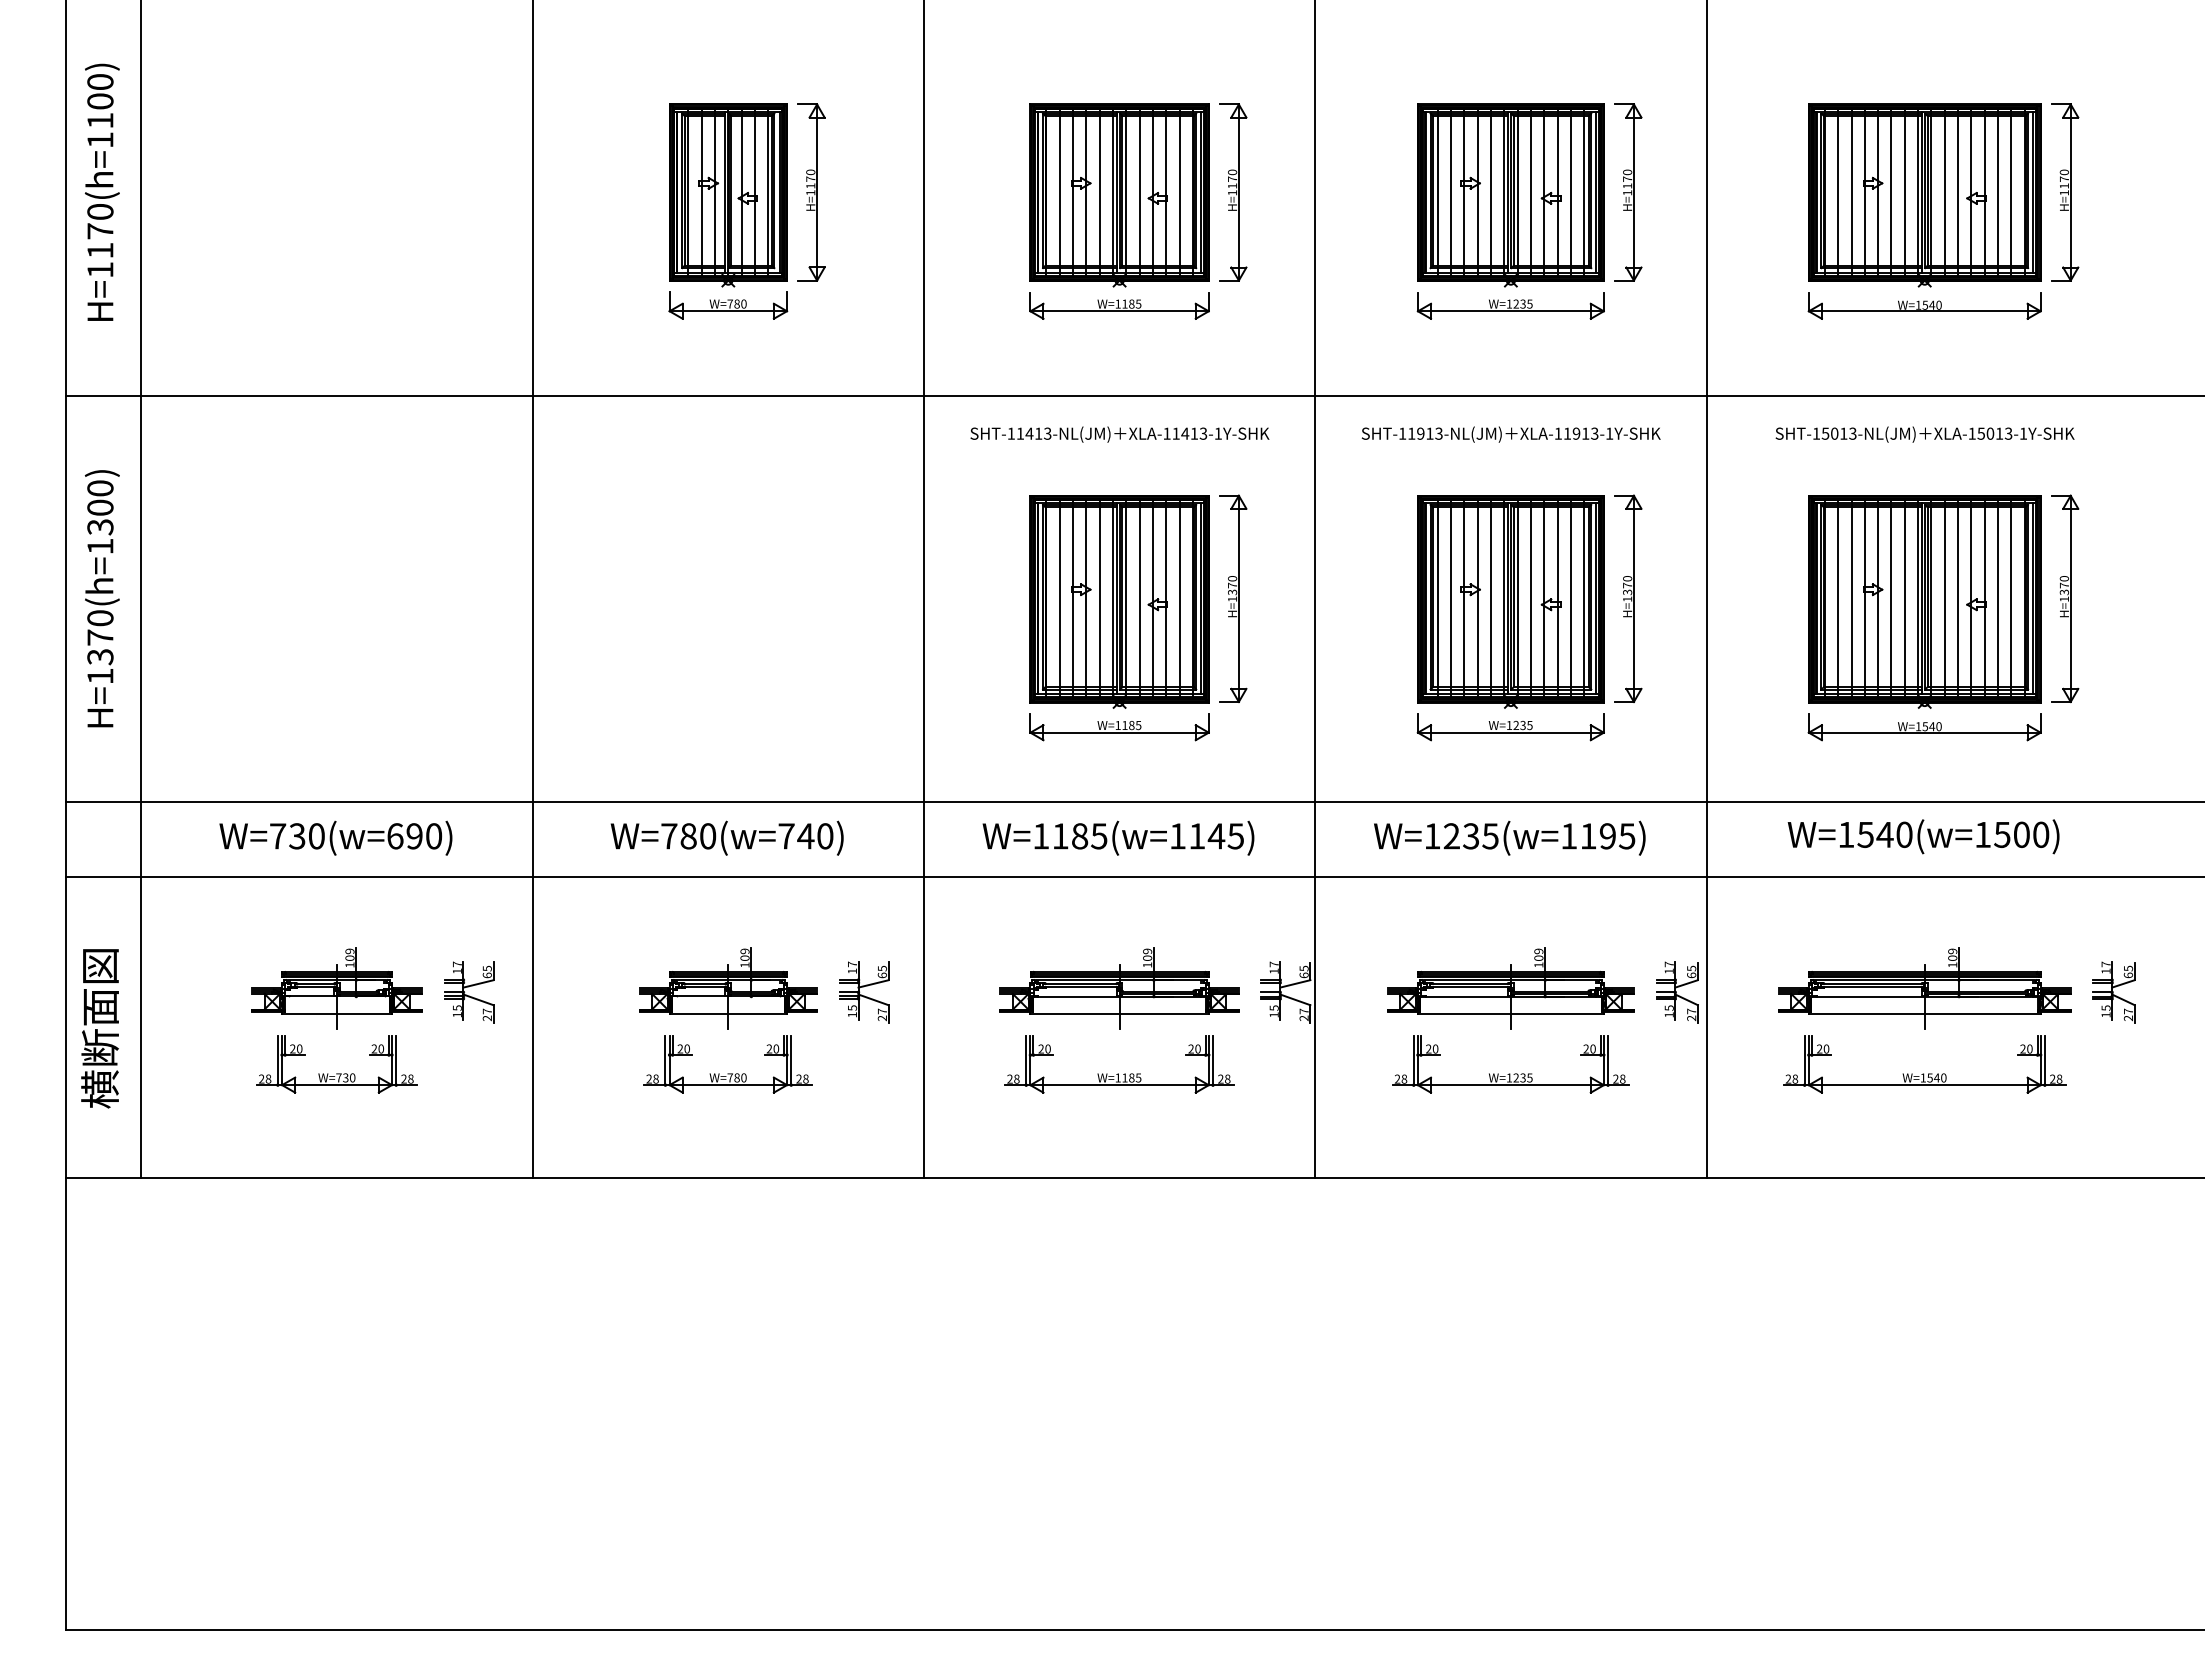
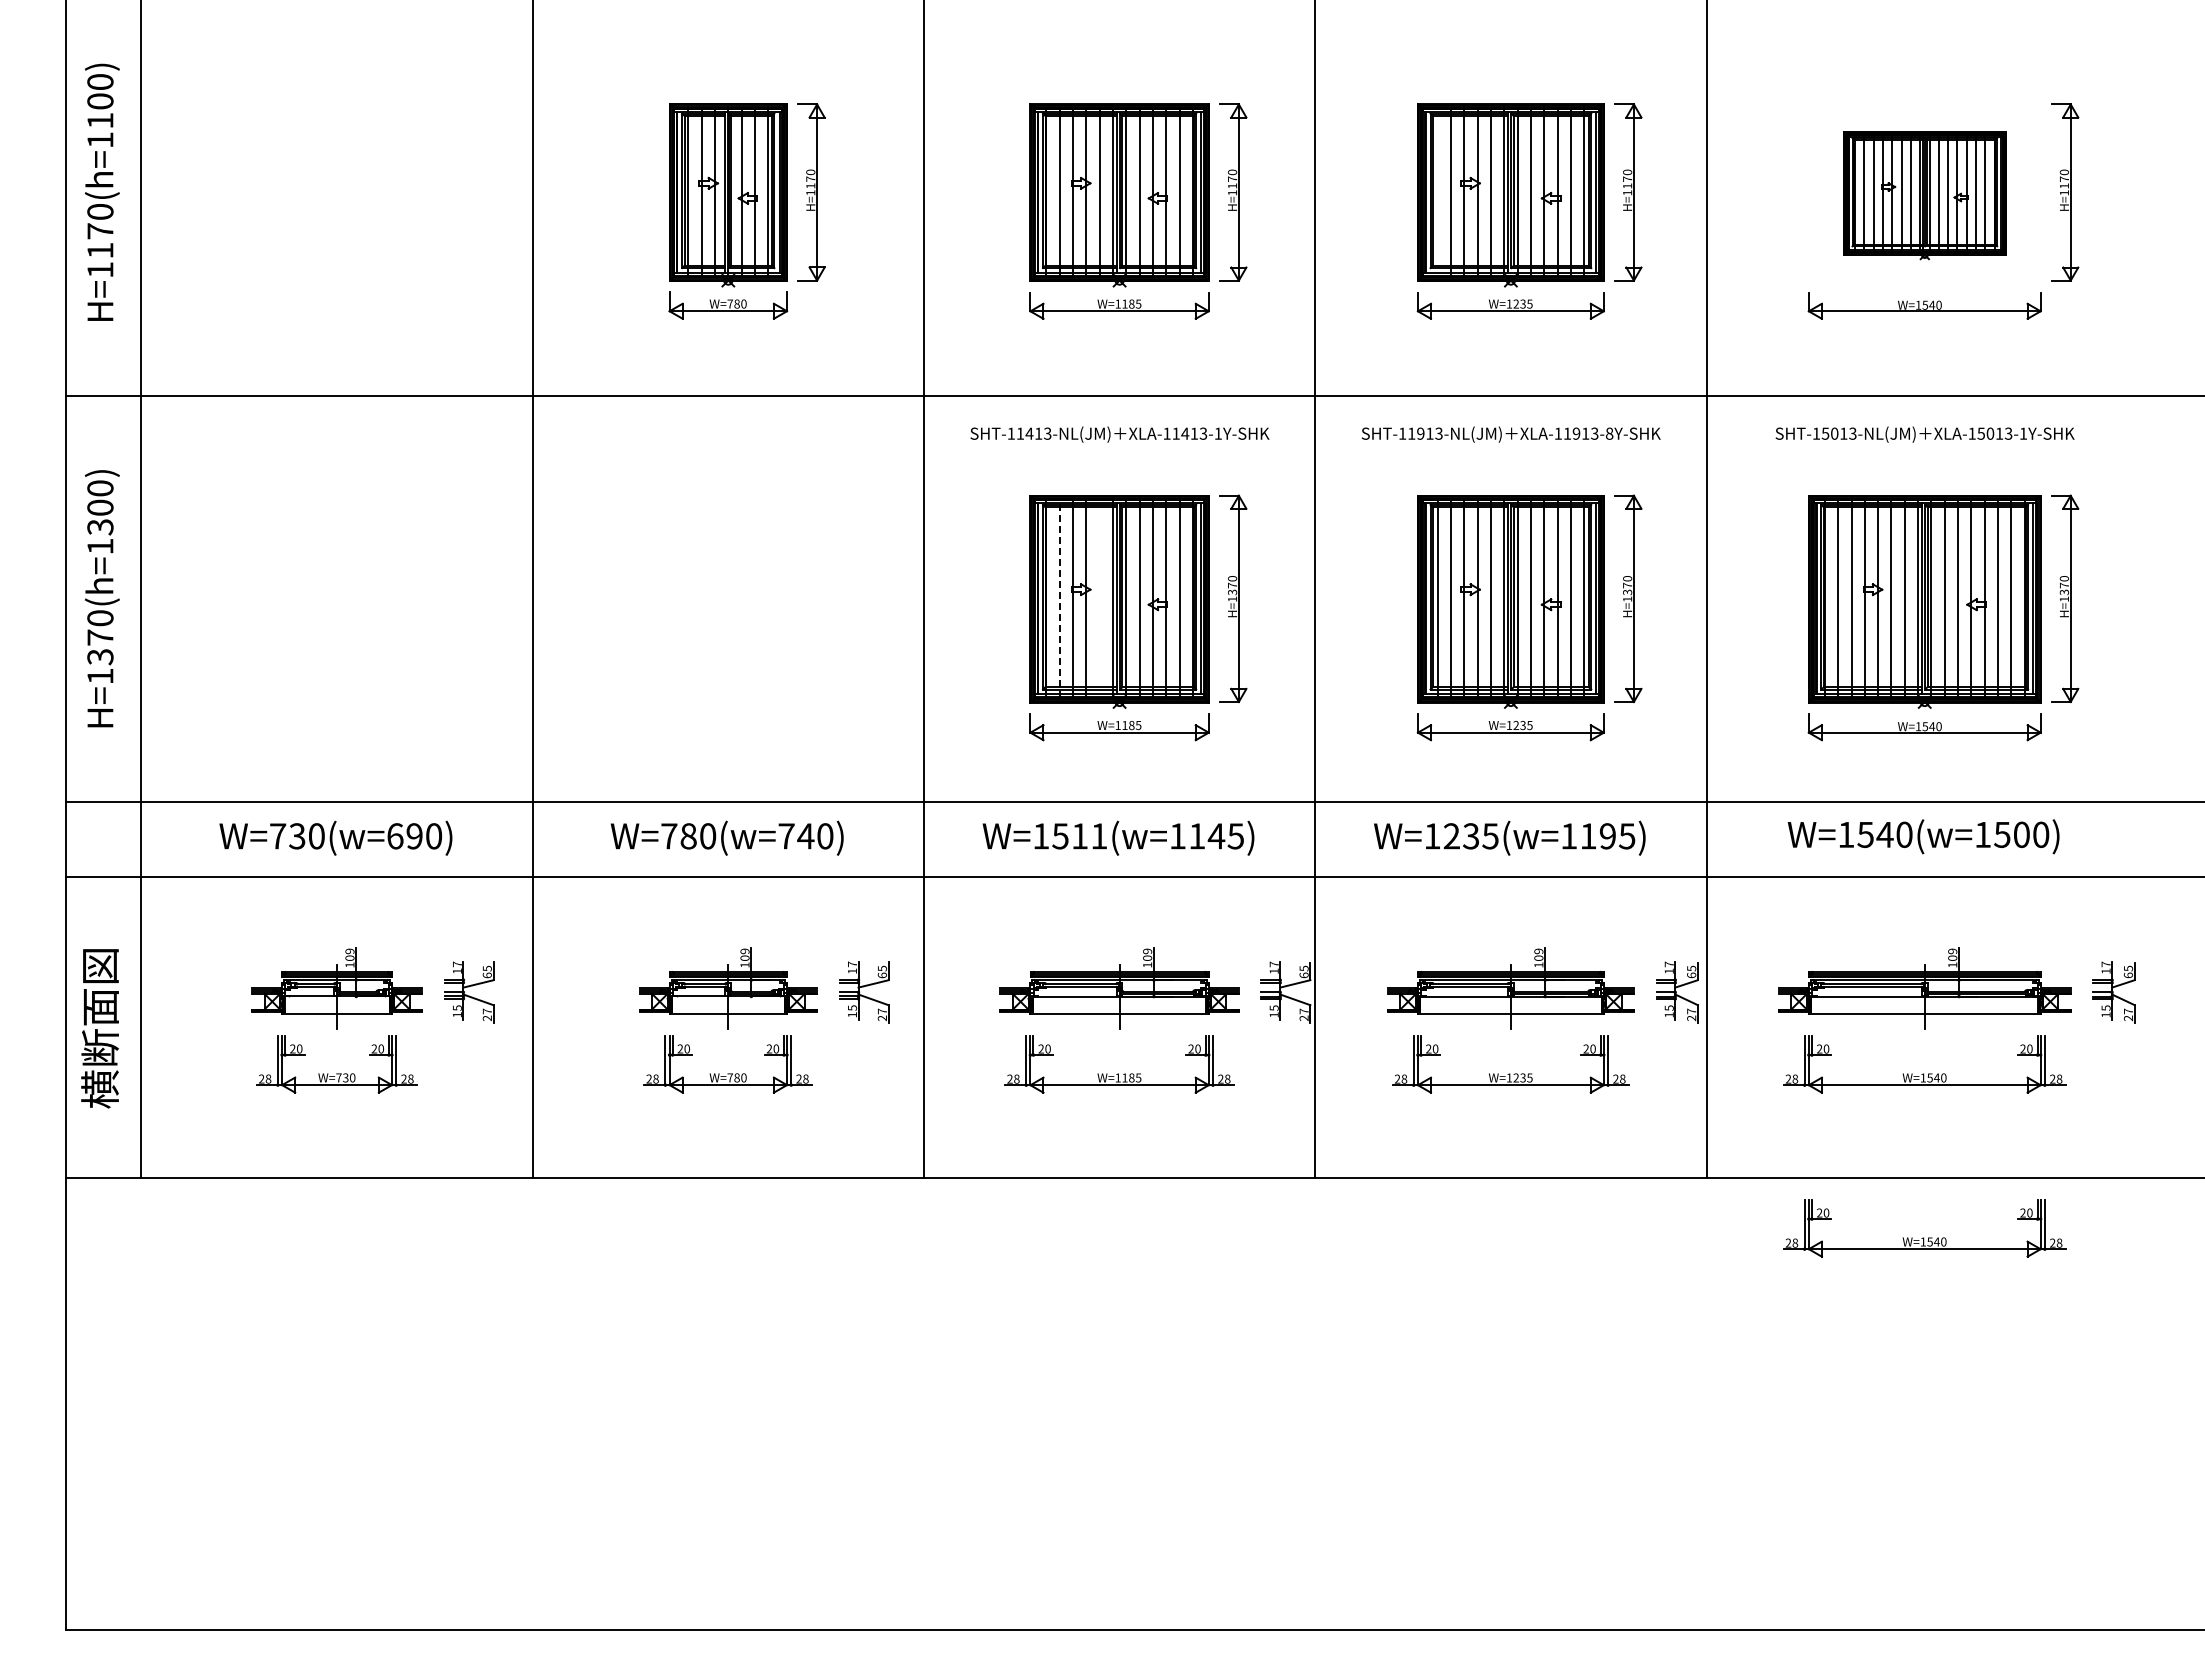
line at (1437, 192): present -> none
part at (1924, 195) size: 234x185 px -> 164x130 px
text at (1609, 433): XLA-11913-1Y-SHK -> XLA-11913-8Y-SHK
line at (1059, 598): solid -> dashed
line at (1099, 598): present -> none
text at (1079, 836): W=1185(w=1145) -> W=1511(w=1145)
part at (1923, 1237): none -> present
